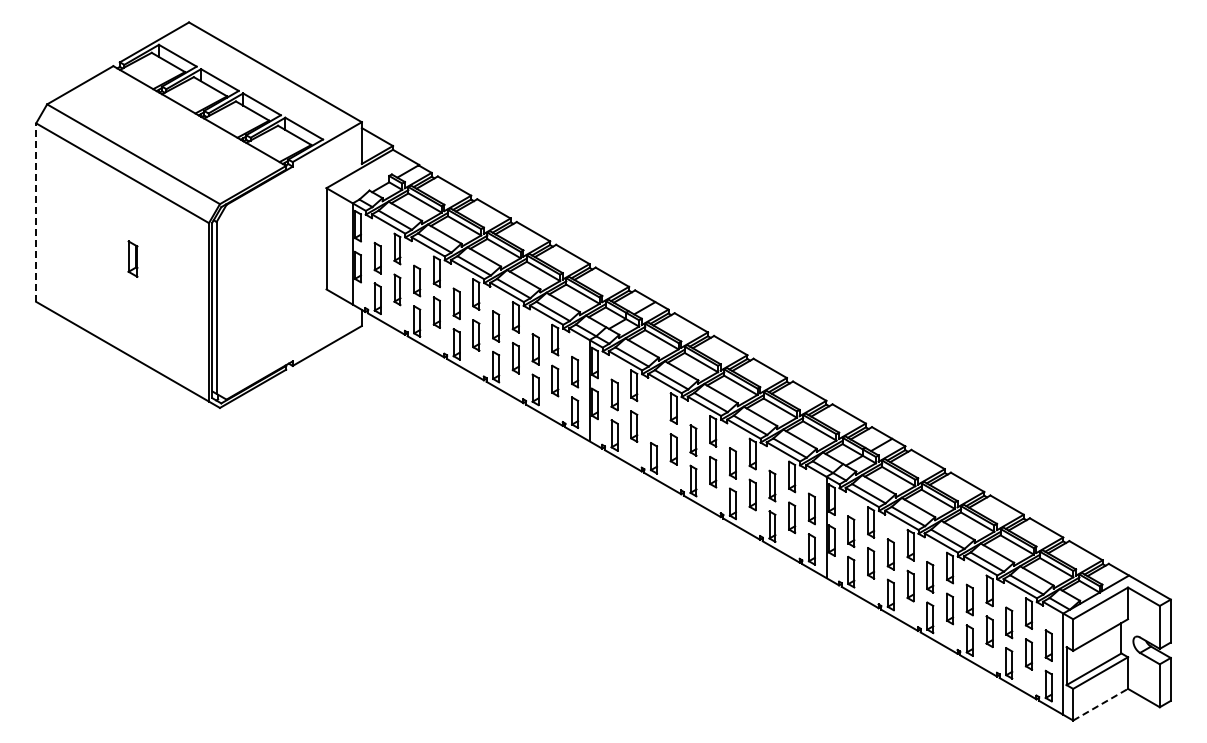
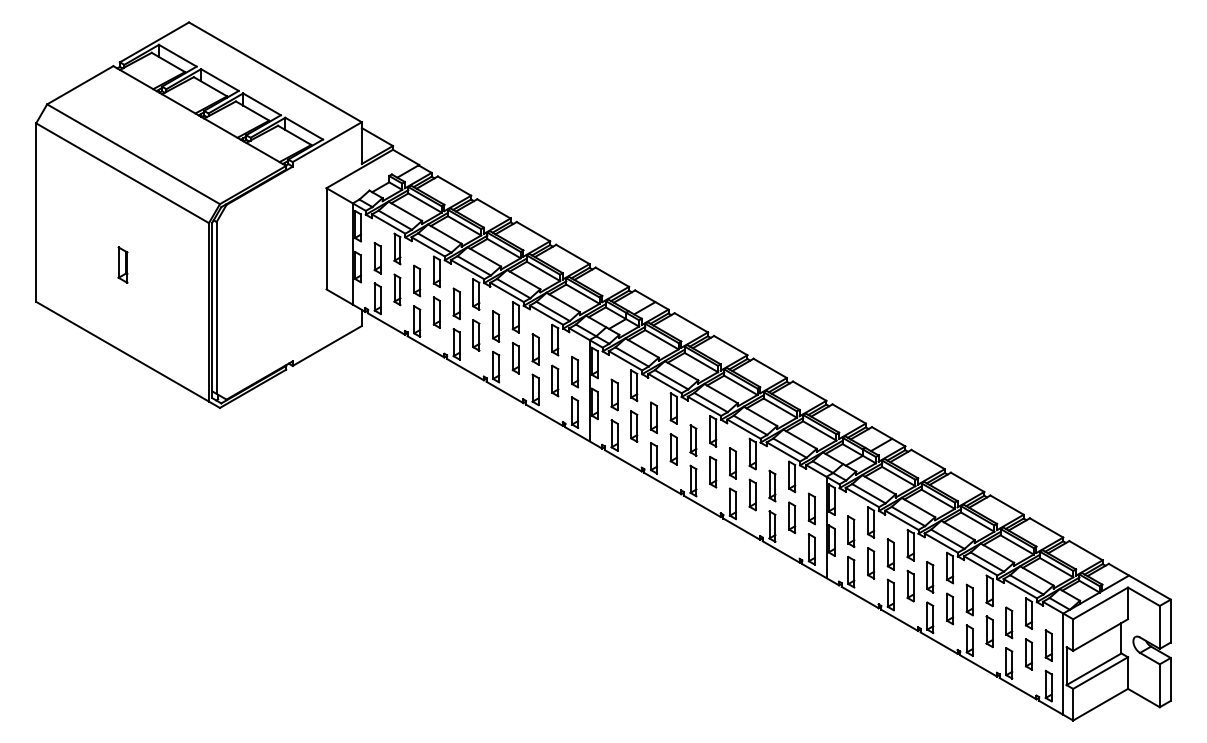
line at (36, 212): dashed -> solid
part at (132, 258) position: (132, 258) -> (122, 264)
part at (653, 417): none -> present
line at (1100, 704): dashed -> solid
